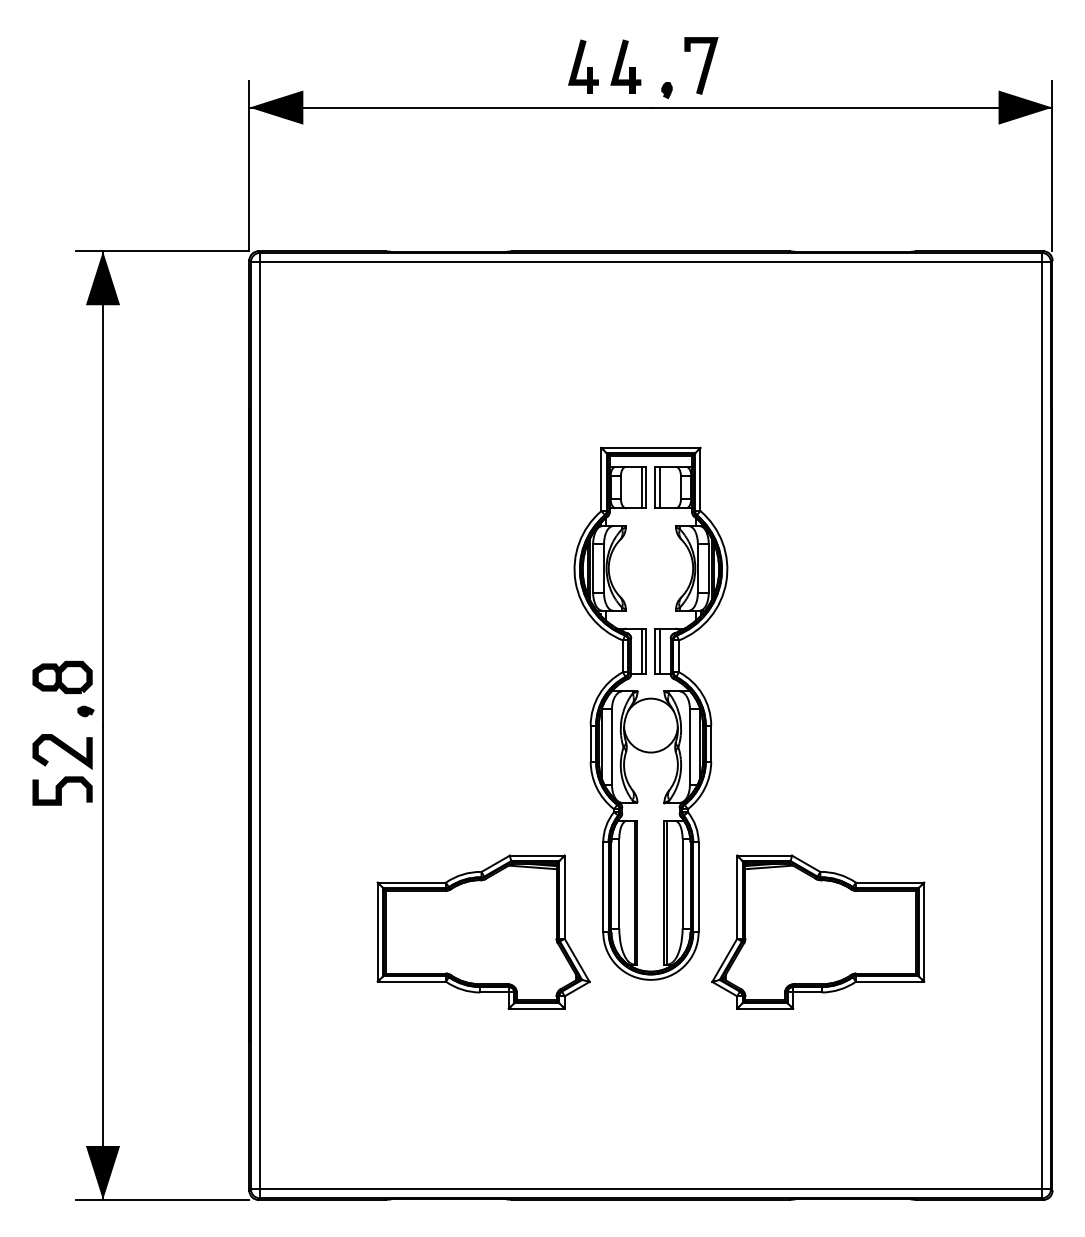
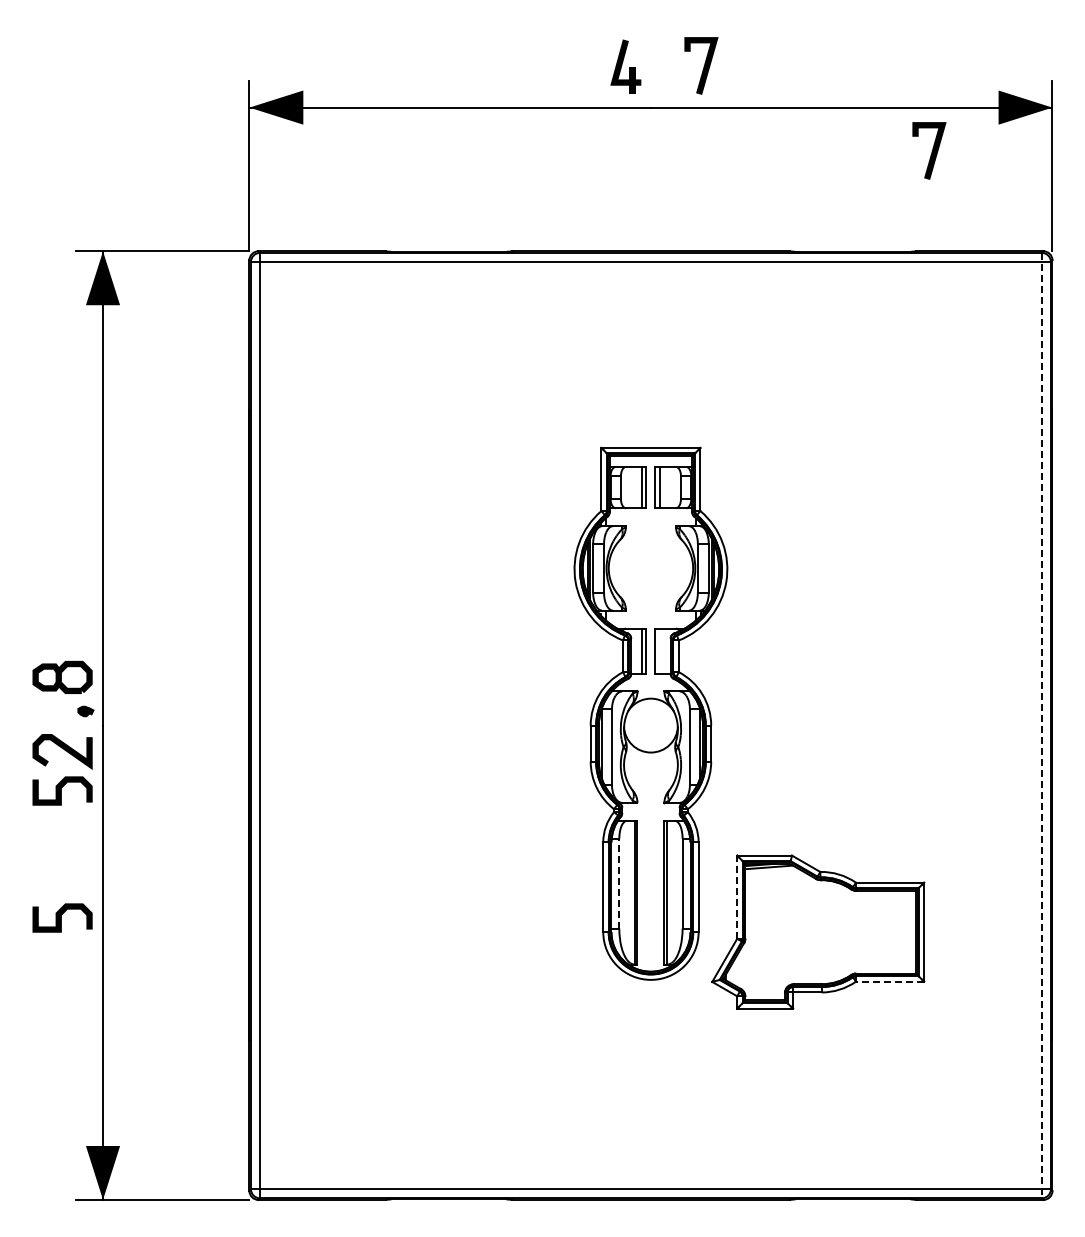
part at (583, 66): present -> none
part at (666, 90): present -> none
line at (931, 151): none -> present
line at (660, 650): present -> none
line at (1041, 725): solid -> dashed
line at (619, 883): solid -> dashed
line at (737, 897): solid -> dashed
curve at (61, 917): none -> present
part at (483, 931): present -> none
line at (889, 981): solid -> dashed
